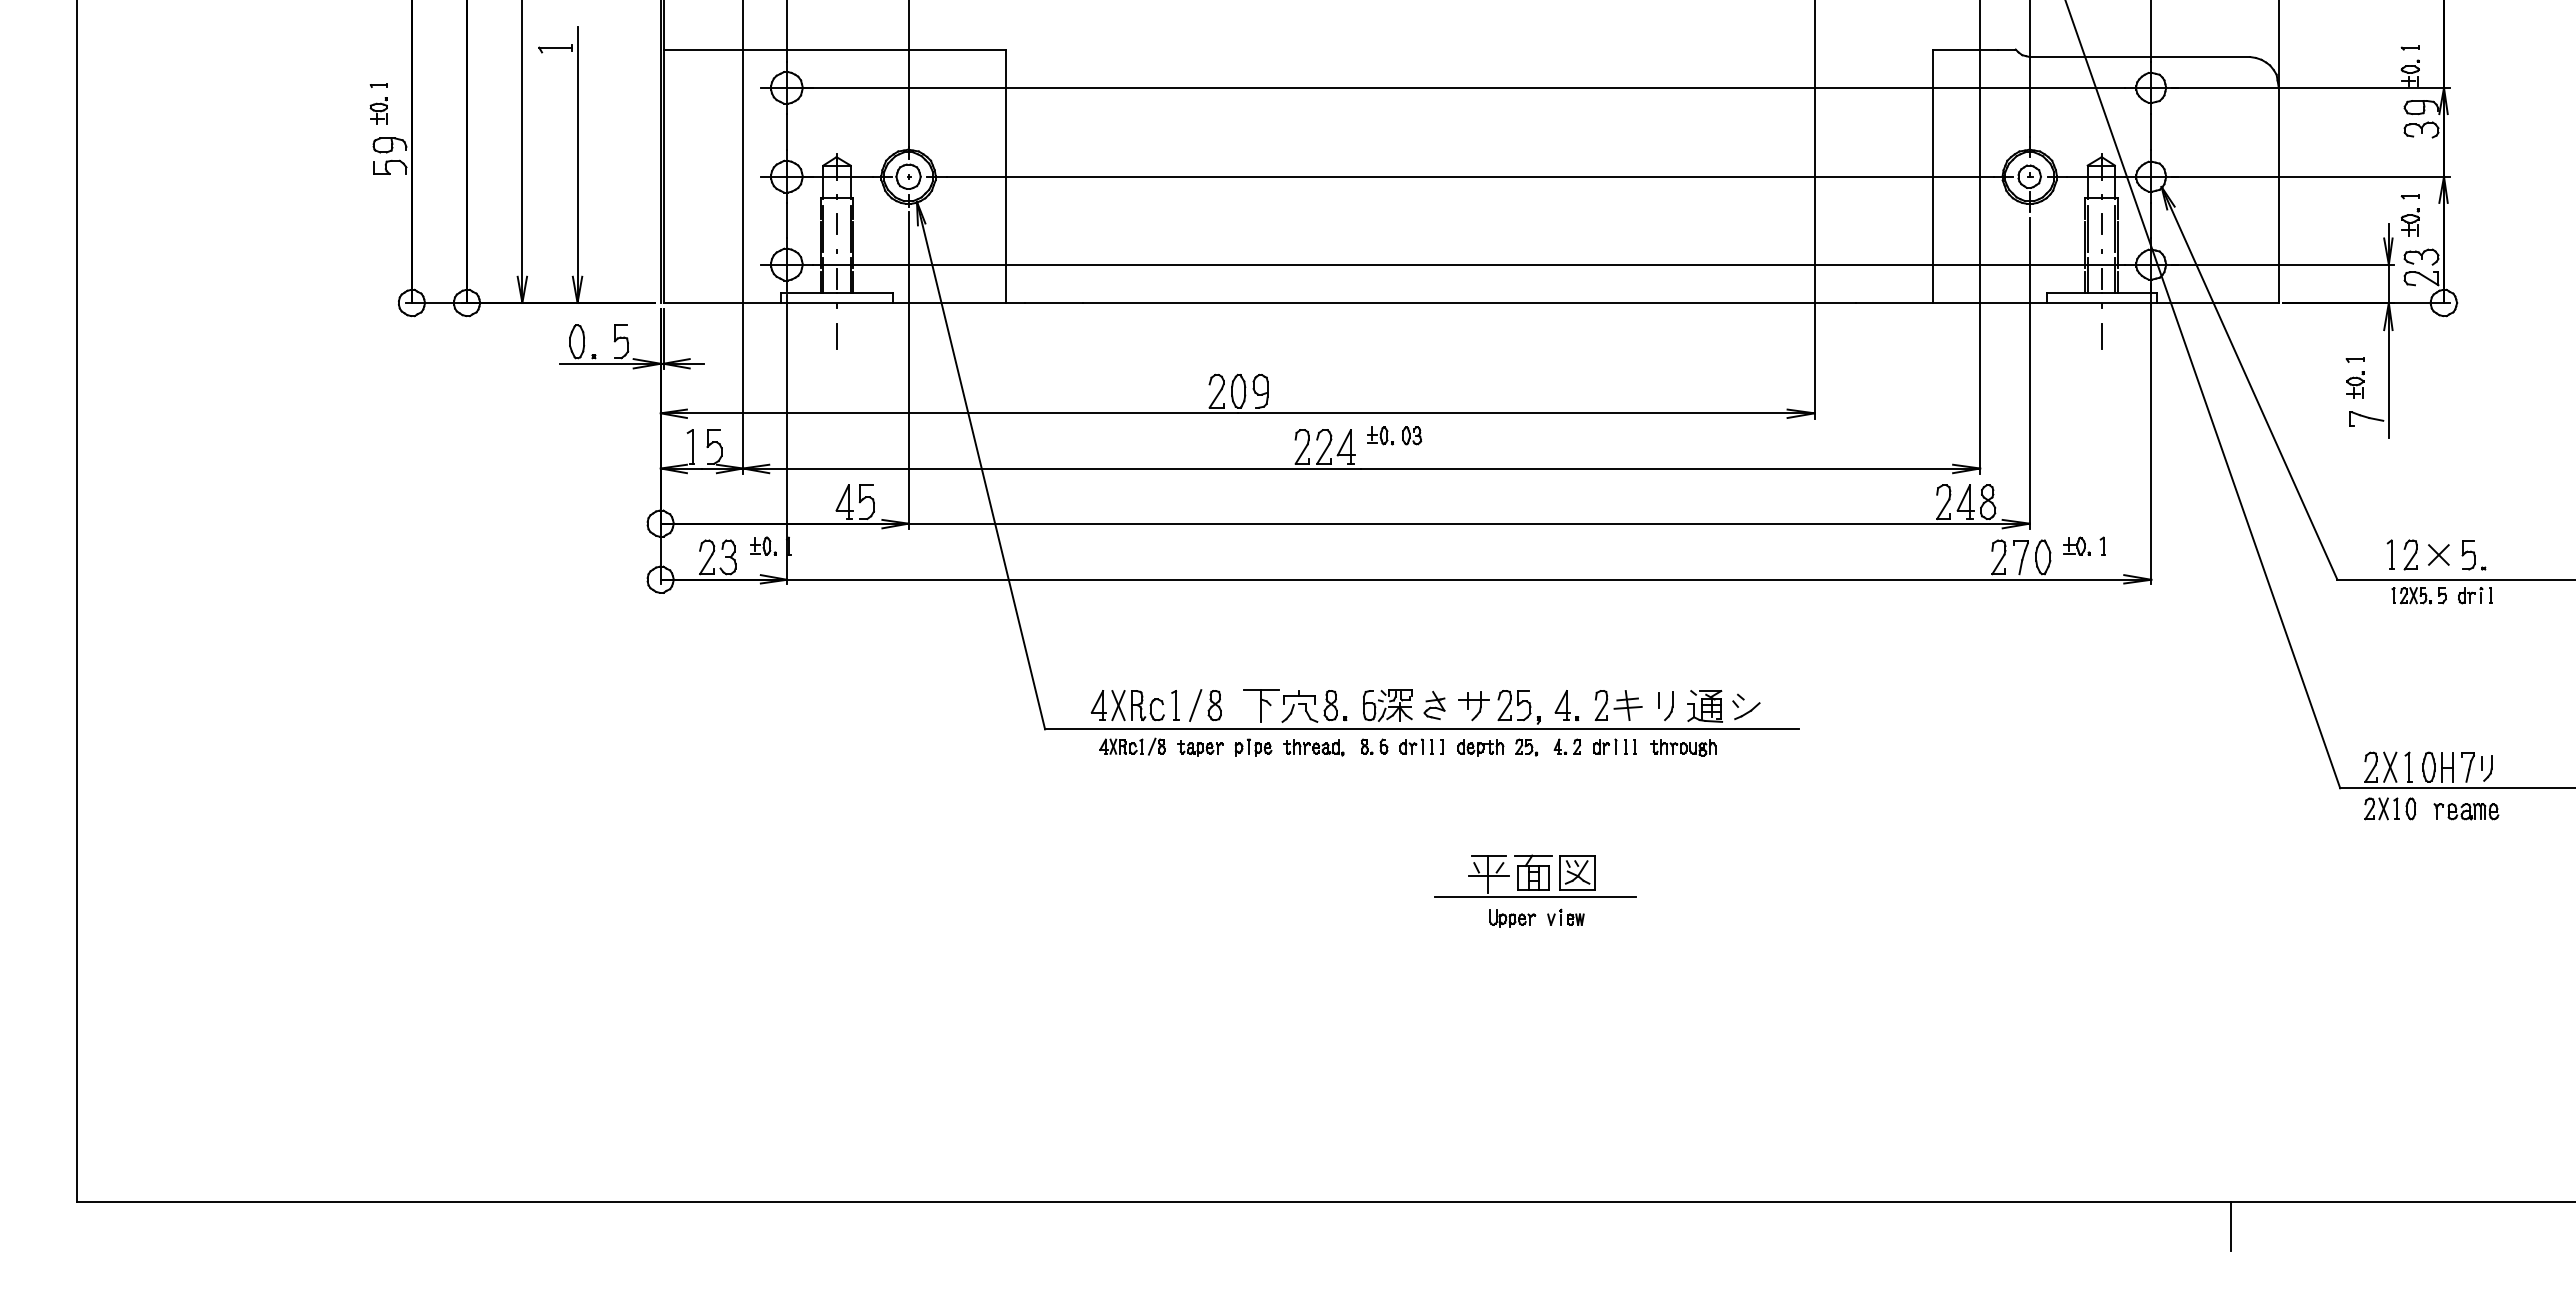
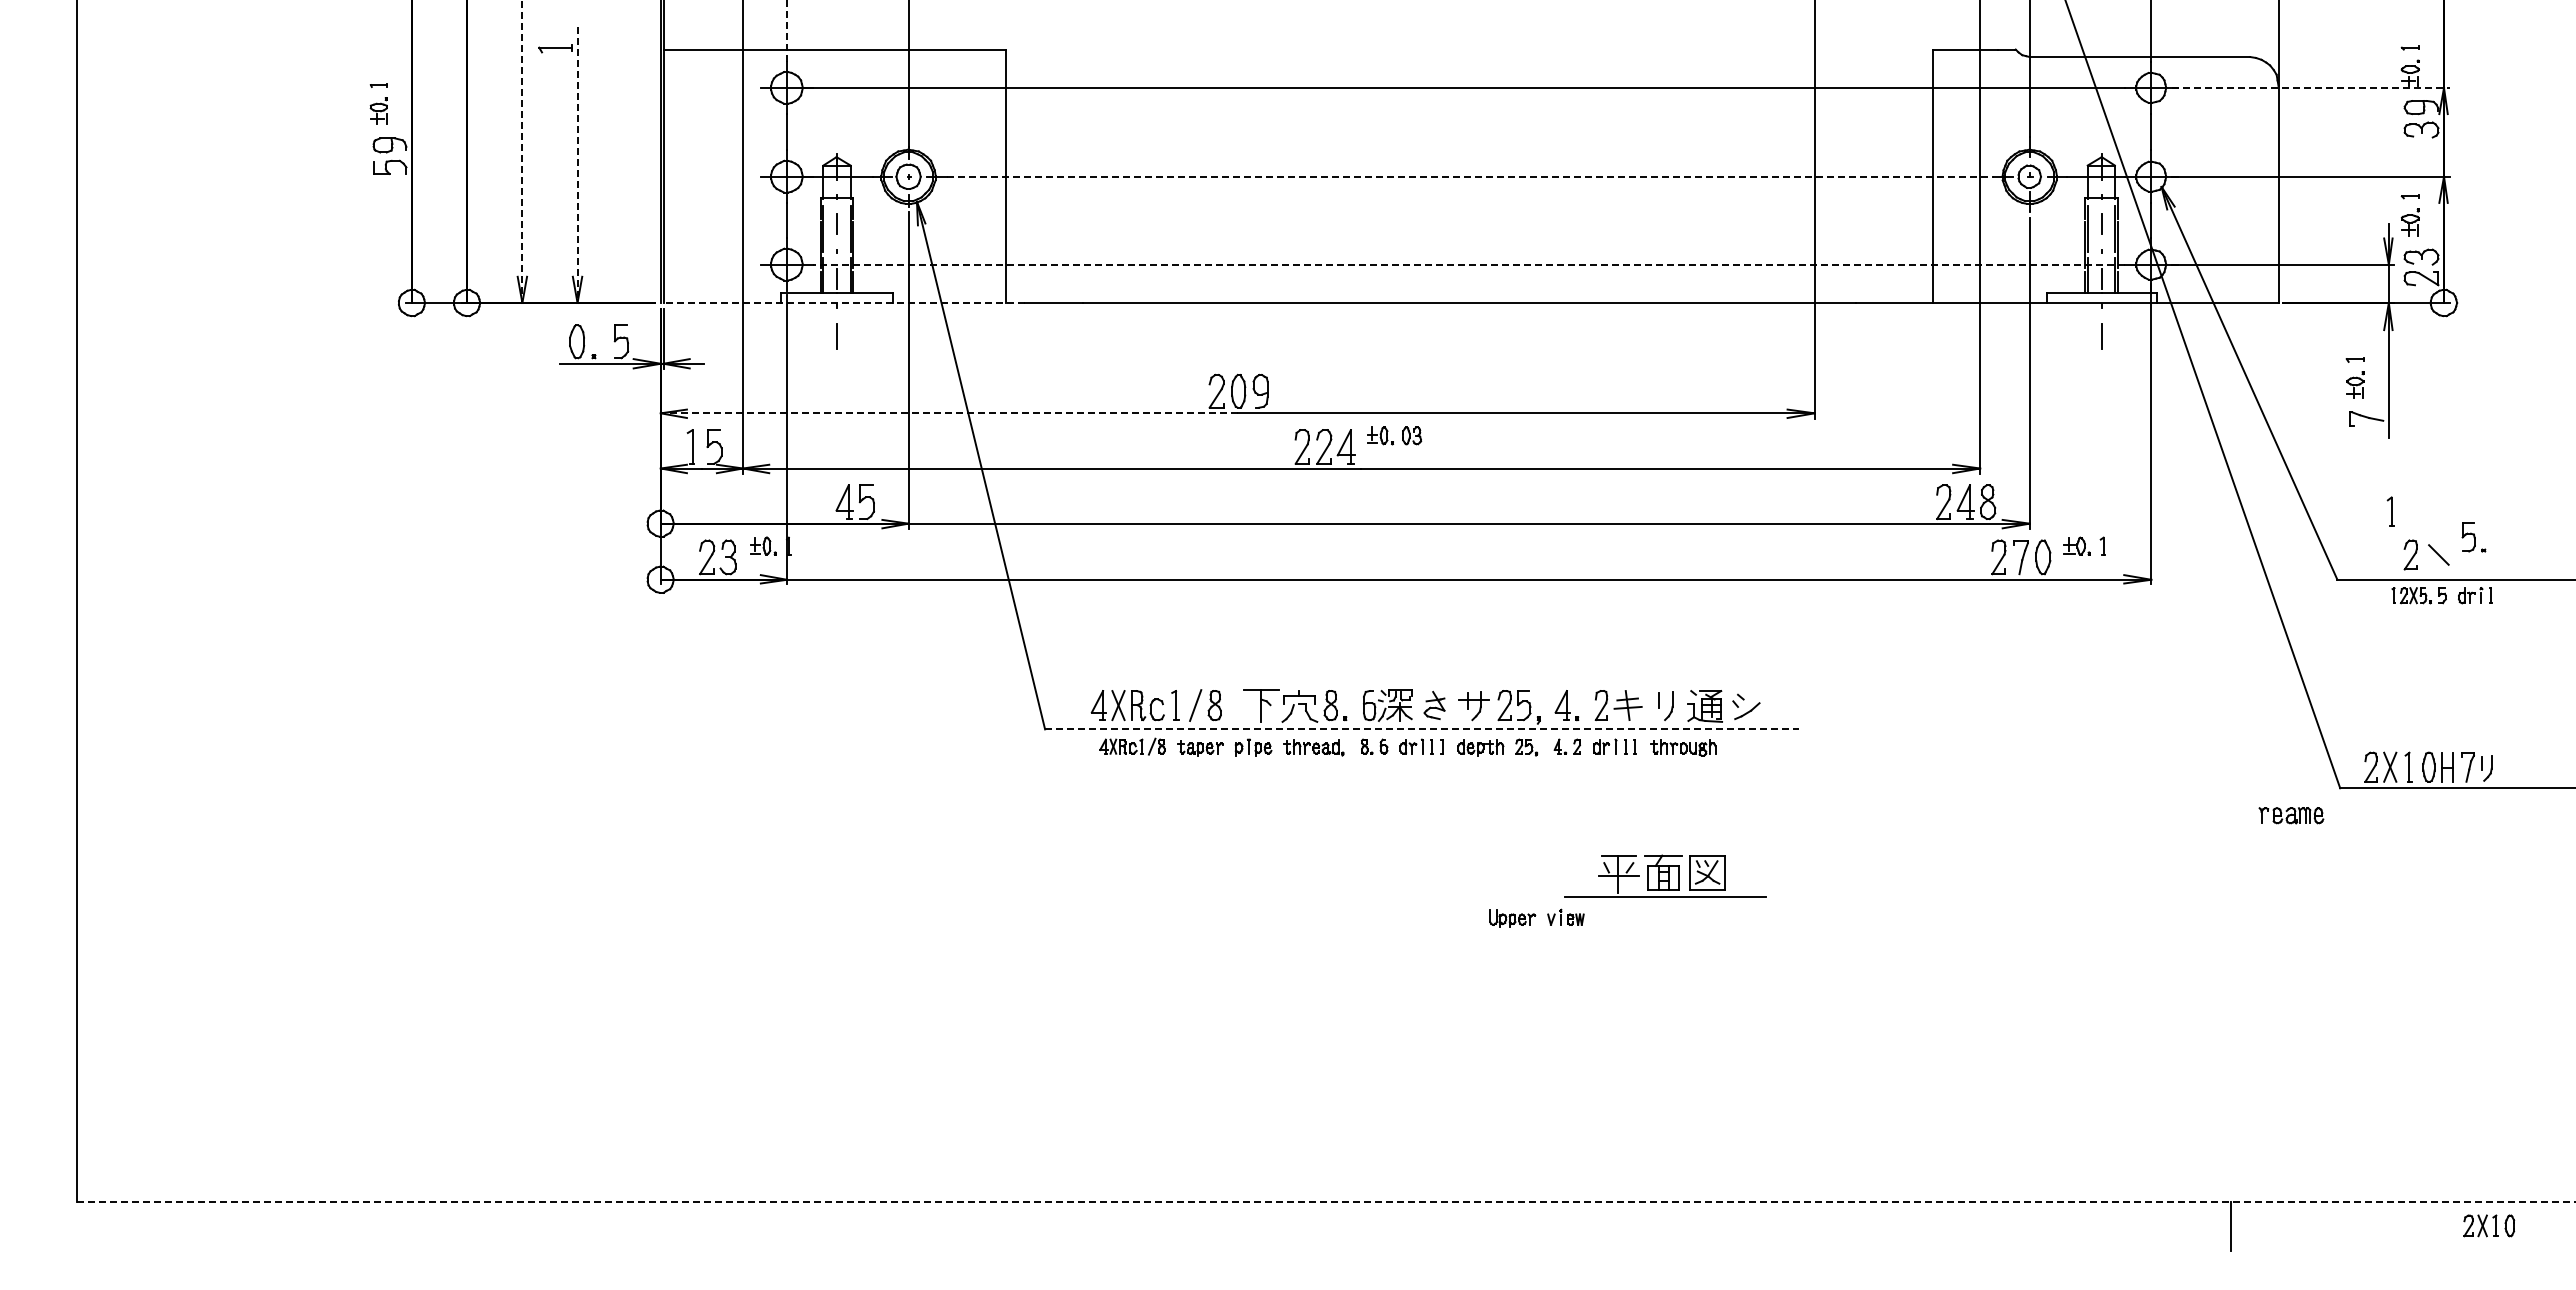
line at (787, 30): solid -> dashed
line at (2310, 87): solid -> dashed
line at (522, 152): solid -> dashed
line at (577, 165): solid -> dashed
line at (1470, 176): solid -> dashed
line at (1469, 264): solid -> dashed
line at (843, 302): solid -> dashed
line at (948, 413): solid -> dashed
part at (2390, 554) position: (2390, 554) -> (2390, 511)
line at (2438, 554): present -> none
part at (2473, 555) position: (2473, 555) -> (2473, 537)
line at (1421, 729): solid -> dashed
part at (2390, 808) position: (2390, 808) -> (2489, 1225)
part at (2466, 811) position: (2466, 811) -> (2291, 815)
part at (1535, 875) position: (1535, 875) -> (1665, 875)
line at (1327, 1201): solid -> dashed
